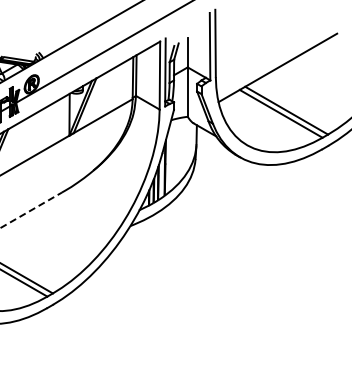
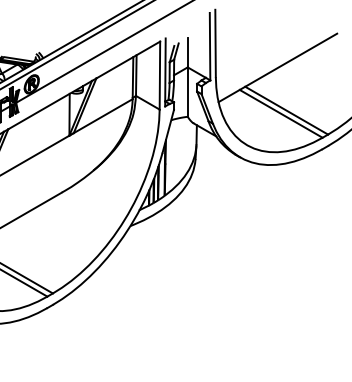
line at (76, 45): none -> present
line at (31, 210): dashed -> solid
